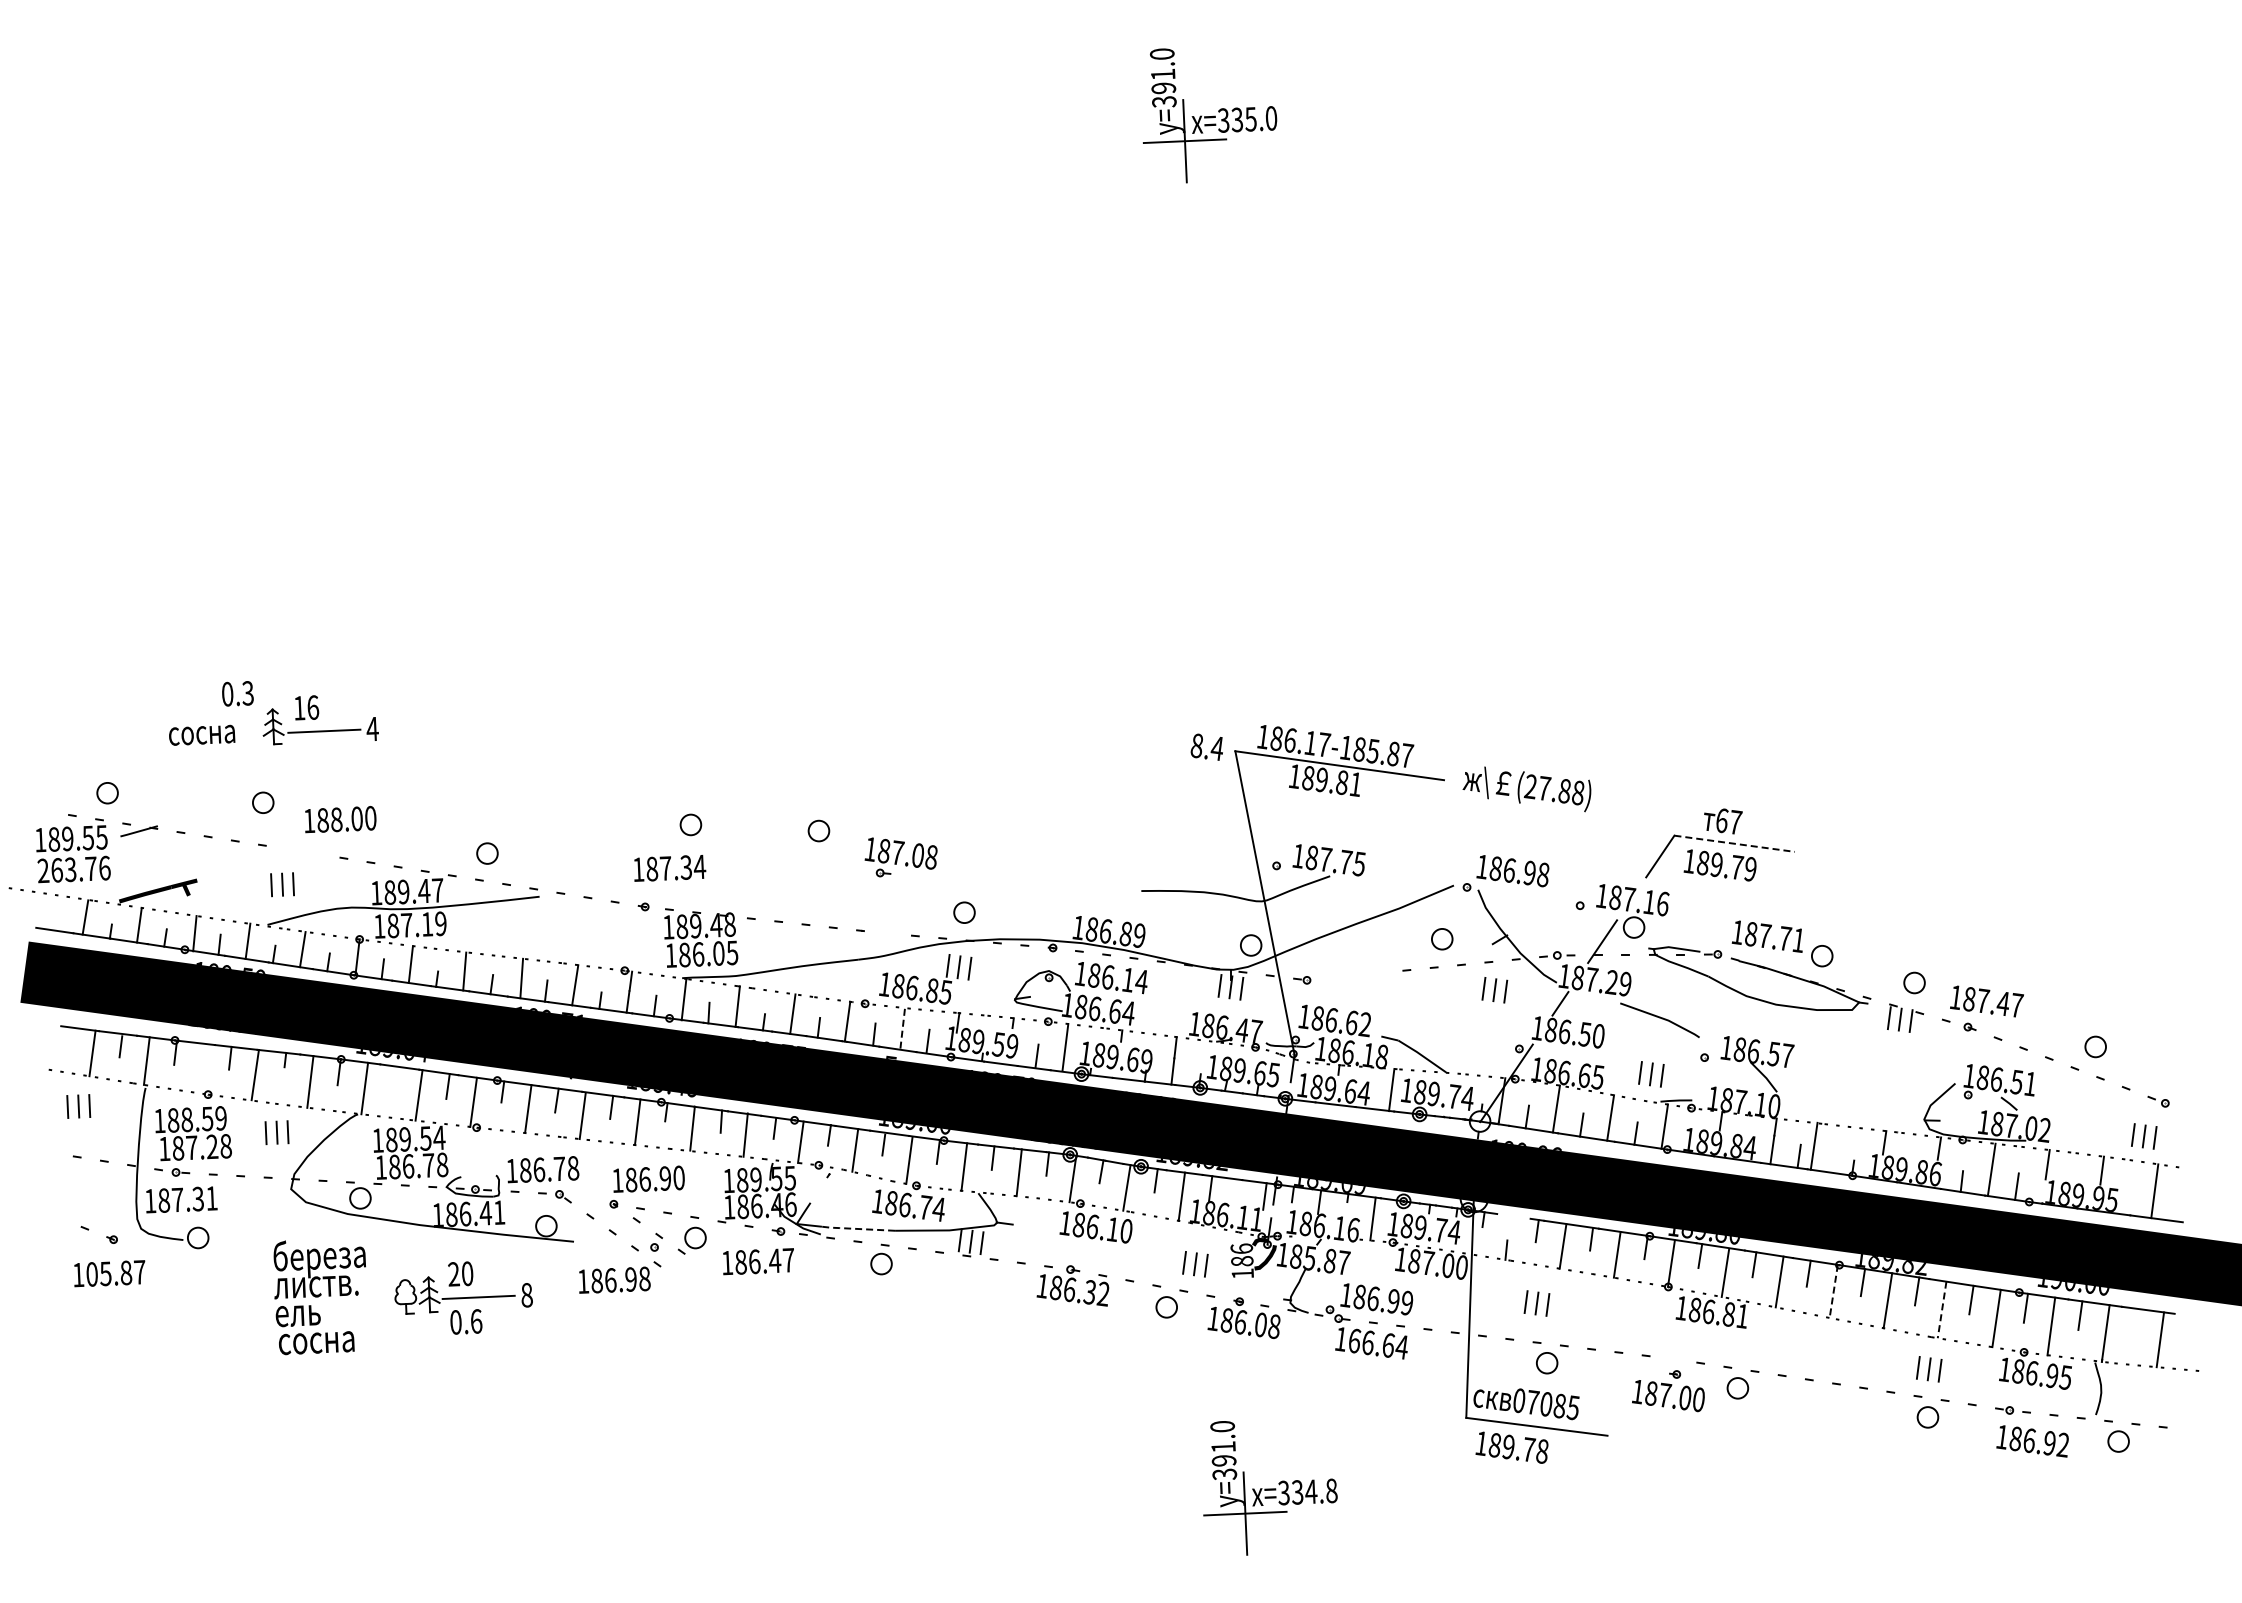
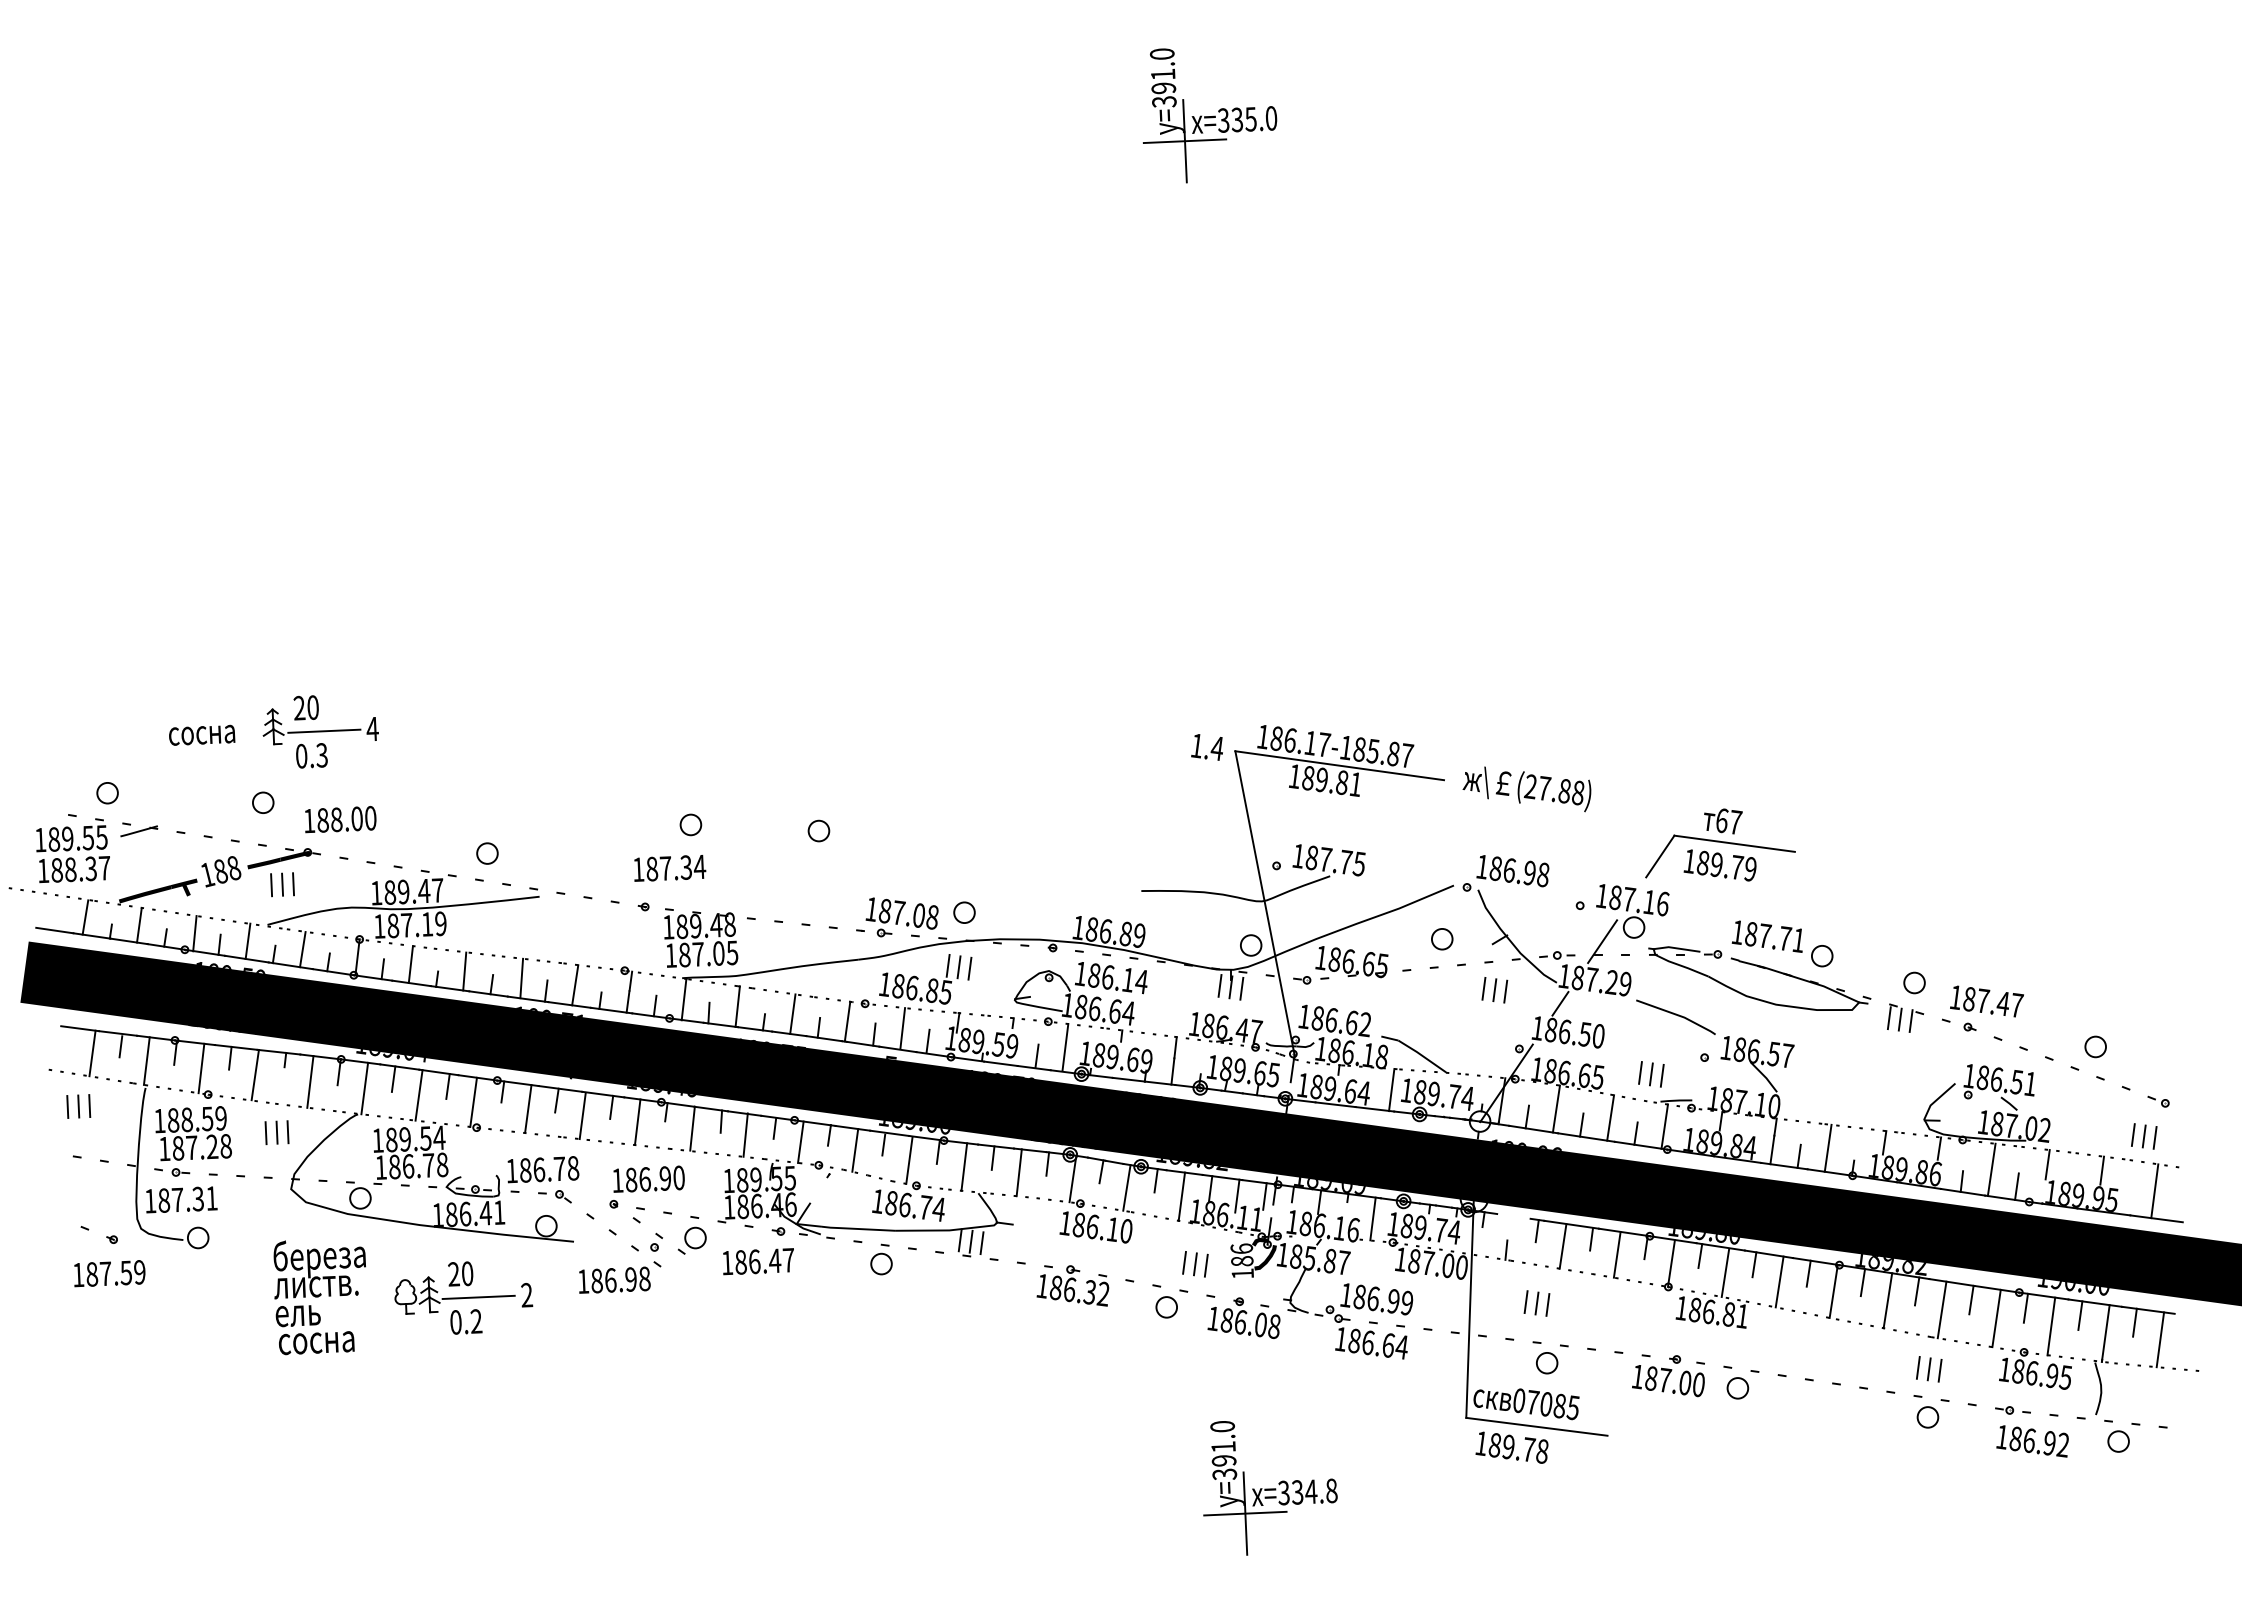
text at (237, 693) position: (237, 693) -> (311, 755)
text at (306, 707): 16 -> 20
text at (1196, 745): 8.4 -> 1.4
line at (1734, 843): dashed -> solid
part at (900, 857) position: (900, 857) -> (901, 917)
part at (260, 867): none -> present
text at (73, 869): 263.76 -> 188.37
text at (698, 954): 186.05 -> 187.05
part at (1351, 962): none -> present
line at (1659, 1018) position: (1659, 1018) -> (1675, 1015)
line at (902, 1027): dashed -> solid
line at (201, 1068): none -> present
line at (393, 1078): none -> present
line at (1813, 1145) position: (1813, 1145) -> (1827, 1147)
line at (1237, 1195): none -> present
line at (856, 1228): dashed -> solid
text at (115, 1273): 105.87 -> 187.59
line at (1833, 1291): dashed -> solid
text at (527, 1295): 8 -> 2
line at (1942, 1309): dashed -> solid
text at (476, 1321): 0.6 -> 0.2
line at (2134, 1322): none -> present
text at (1354, 1340): 166.64 -> 186.64
part at (1668, 1391) position: (1668, 1391) -> (1668, 1376)
